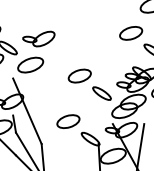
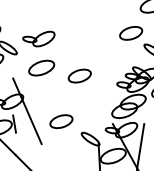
part at (30, 64) position: (30, 64) -> (41, 67)
part at (101, 93): present -> none
part at (68, 121) position: (68, 121) -> (61, 121)
line at (26, 149): present -> none
line at (42, 155): present -> none
